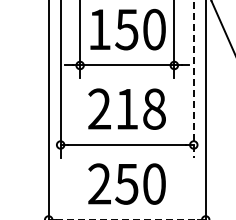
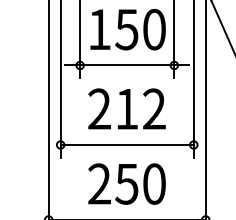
line at (193, 79): dashed -> solid
text at (154, 108): 218 -> 212
line at (127, 219): dashed -> solid
